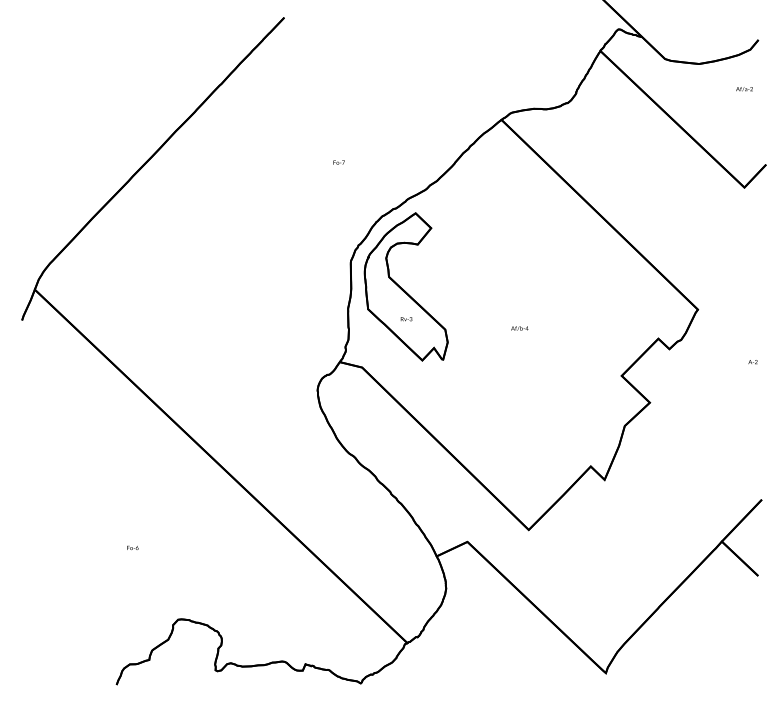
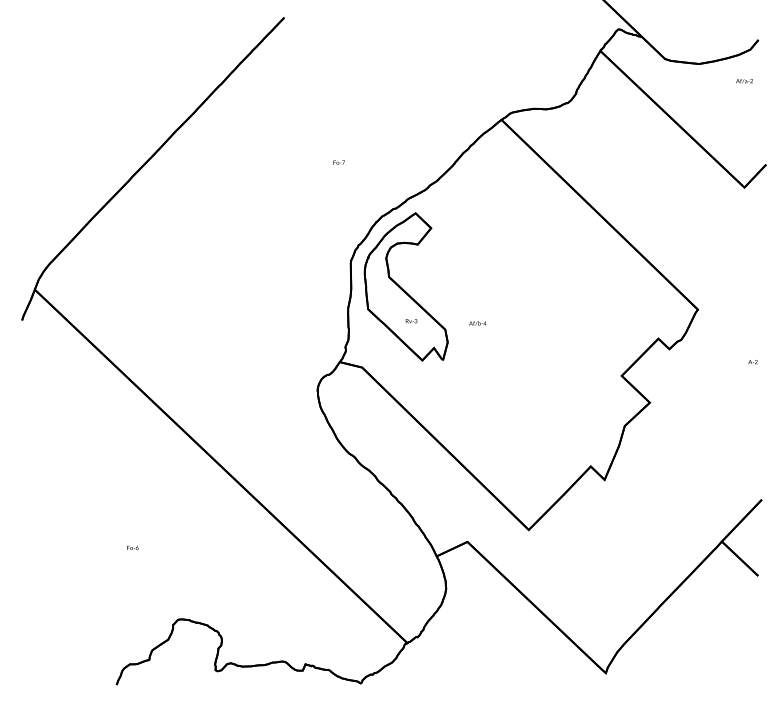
text at (744, 89) position: (744, 89) -> (744, 81)
text at (406, 319) position: (406, 319) -> (411, 321)
text at (519, 328) position: (519, 328) -> (477, 323)
